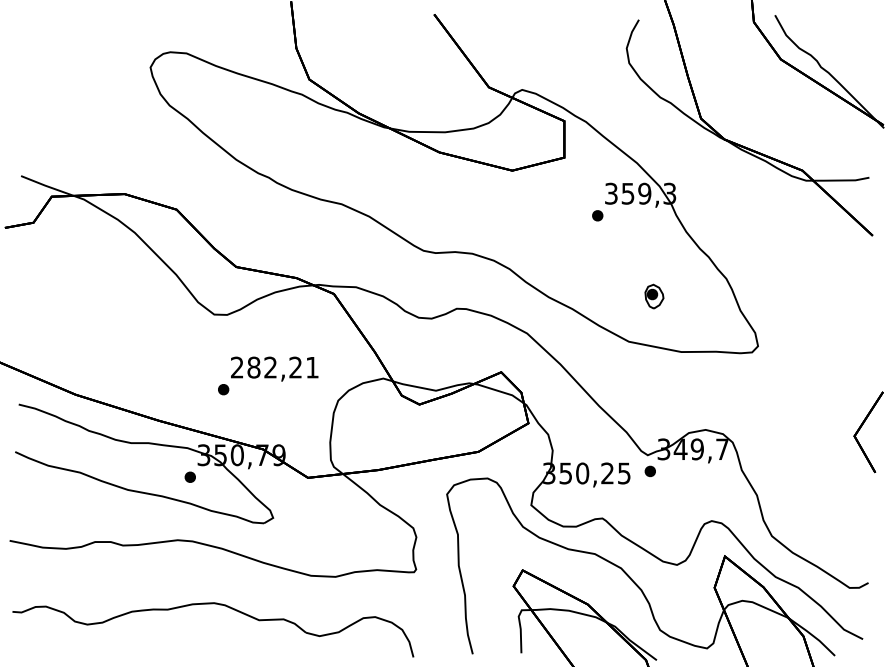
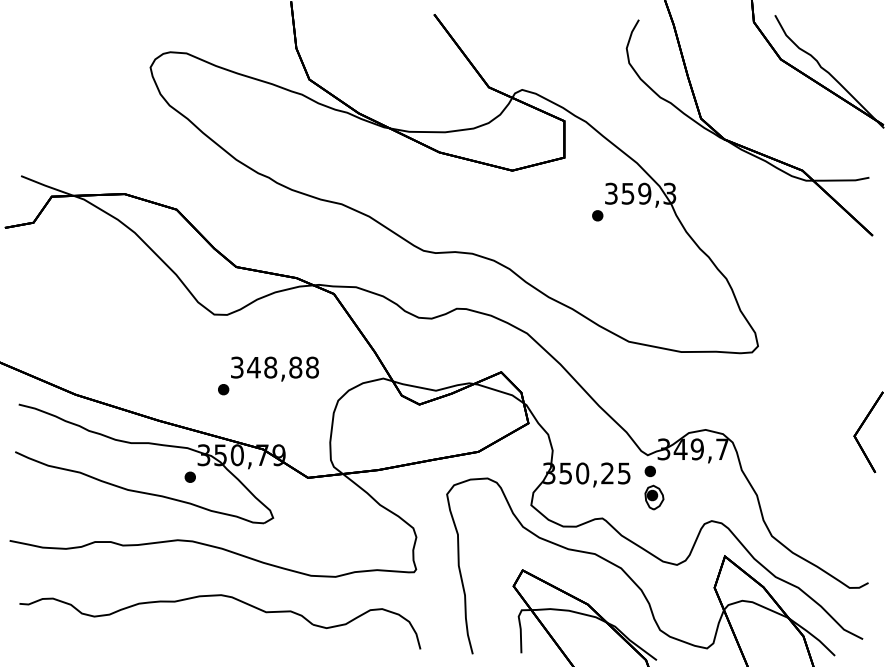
part at (654, 296) position: (654, 296) -> (654, 497)
text at (274, 367): 282,21 -> 348,88
part at (219, 605) position: (219, 605) -> (226, 597)
